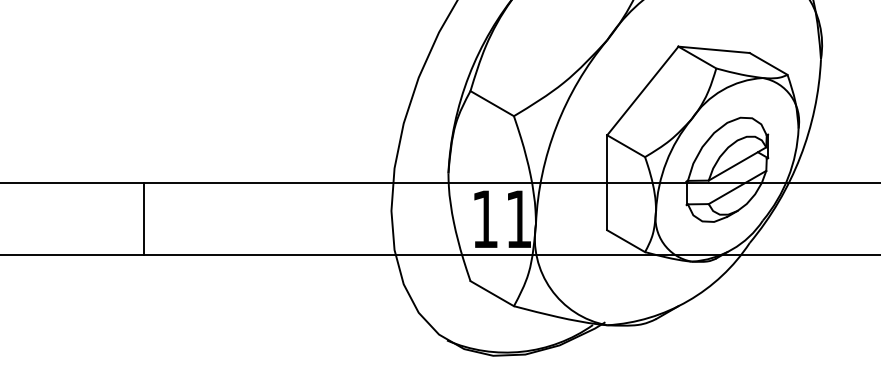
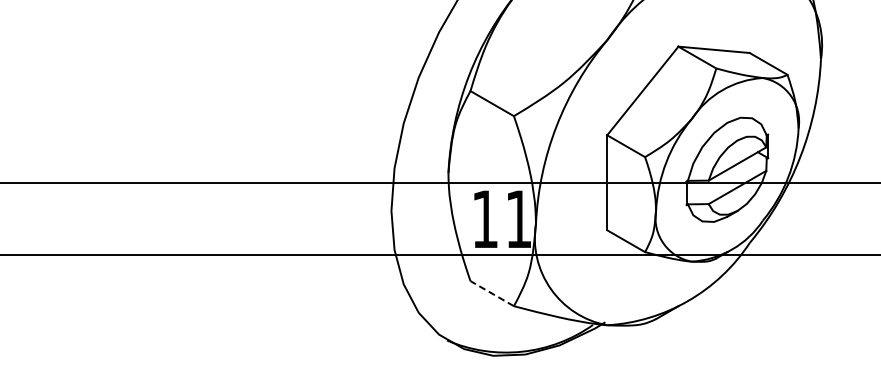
line at (143, 219): present -> none
line at (491, 293): solid -> dashed
